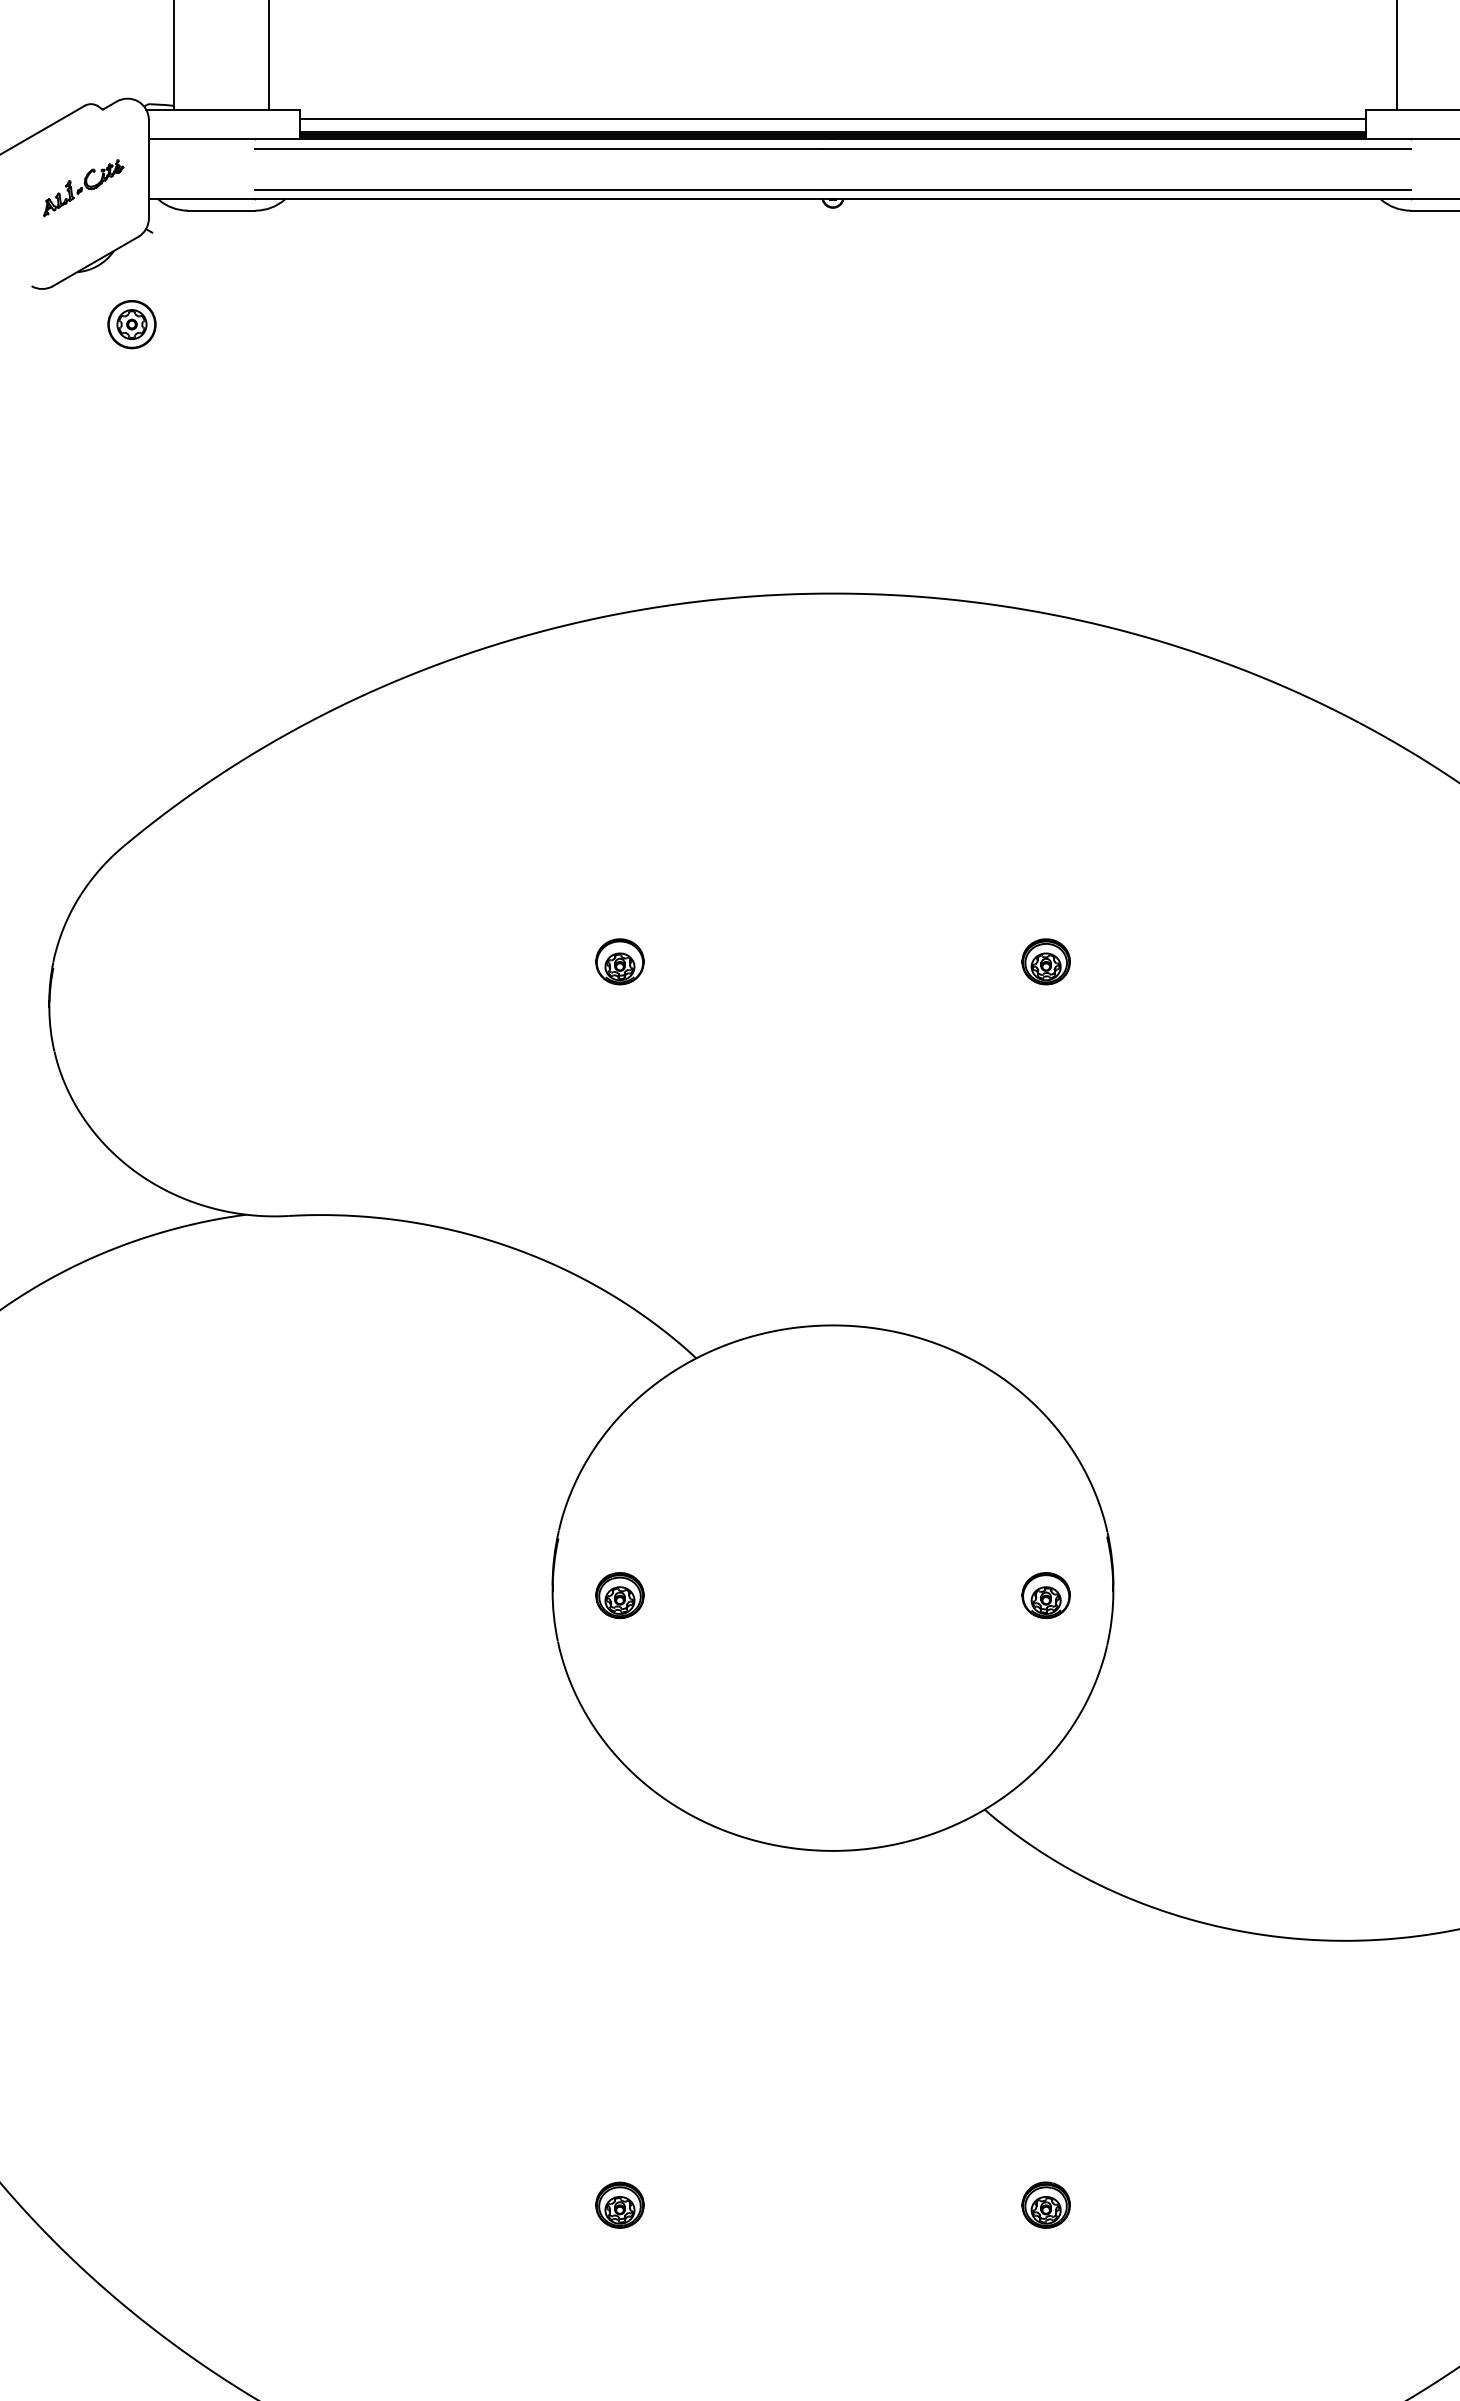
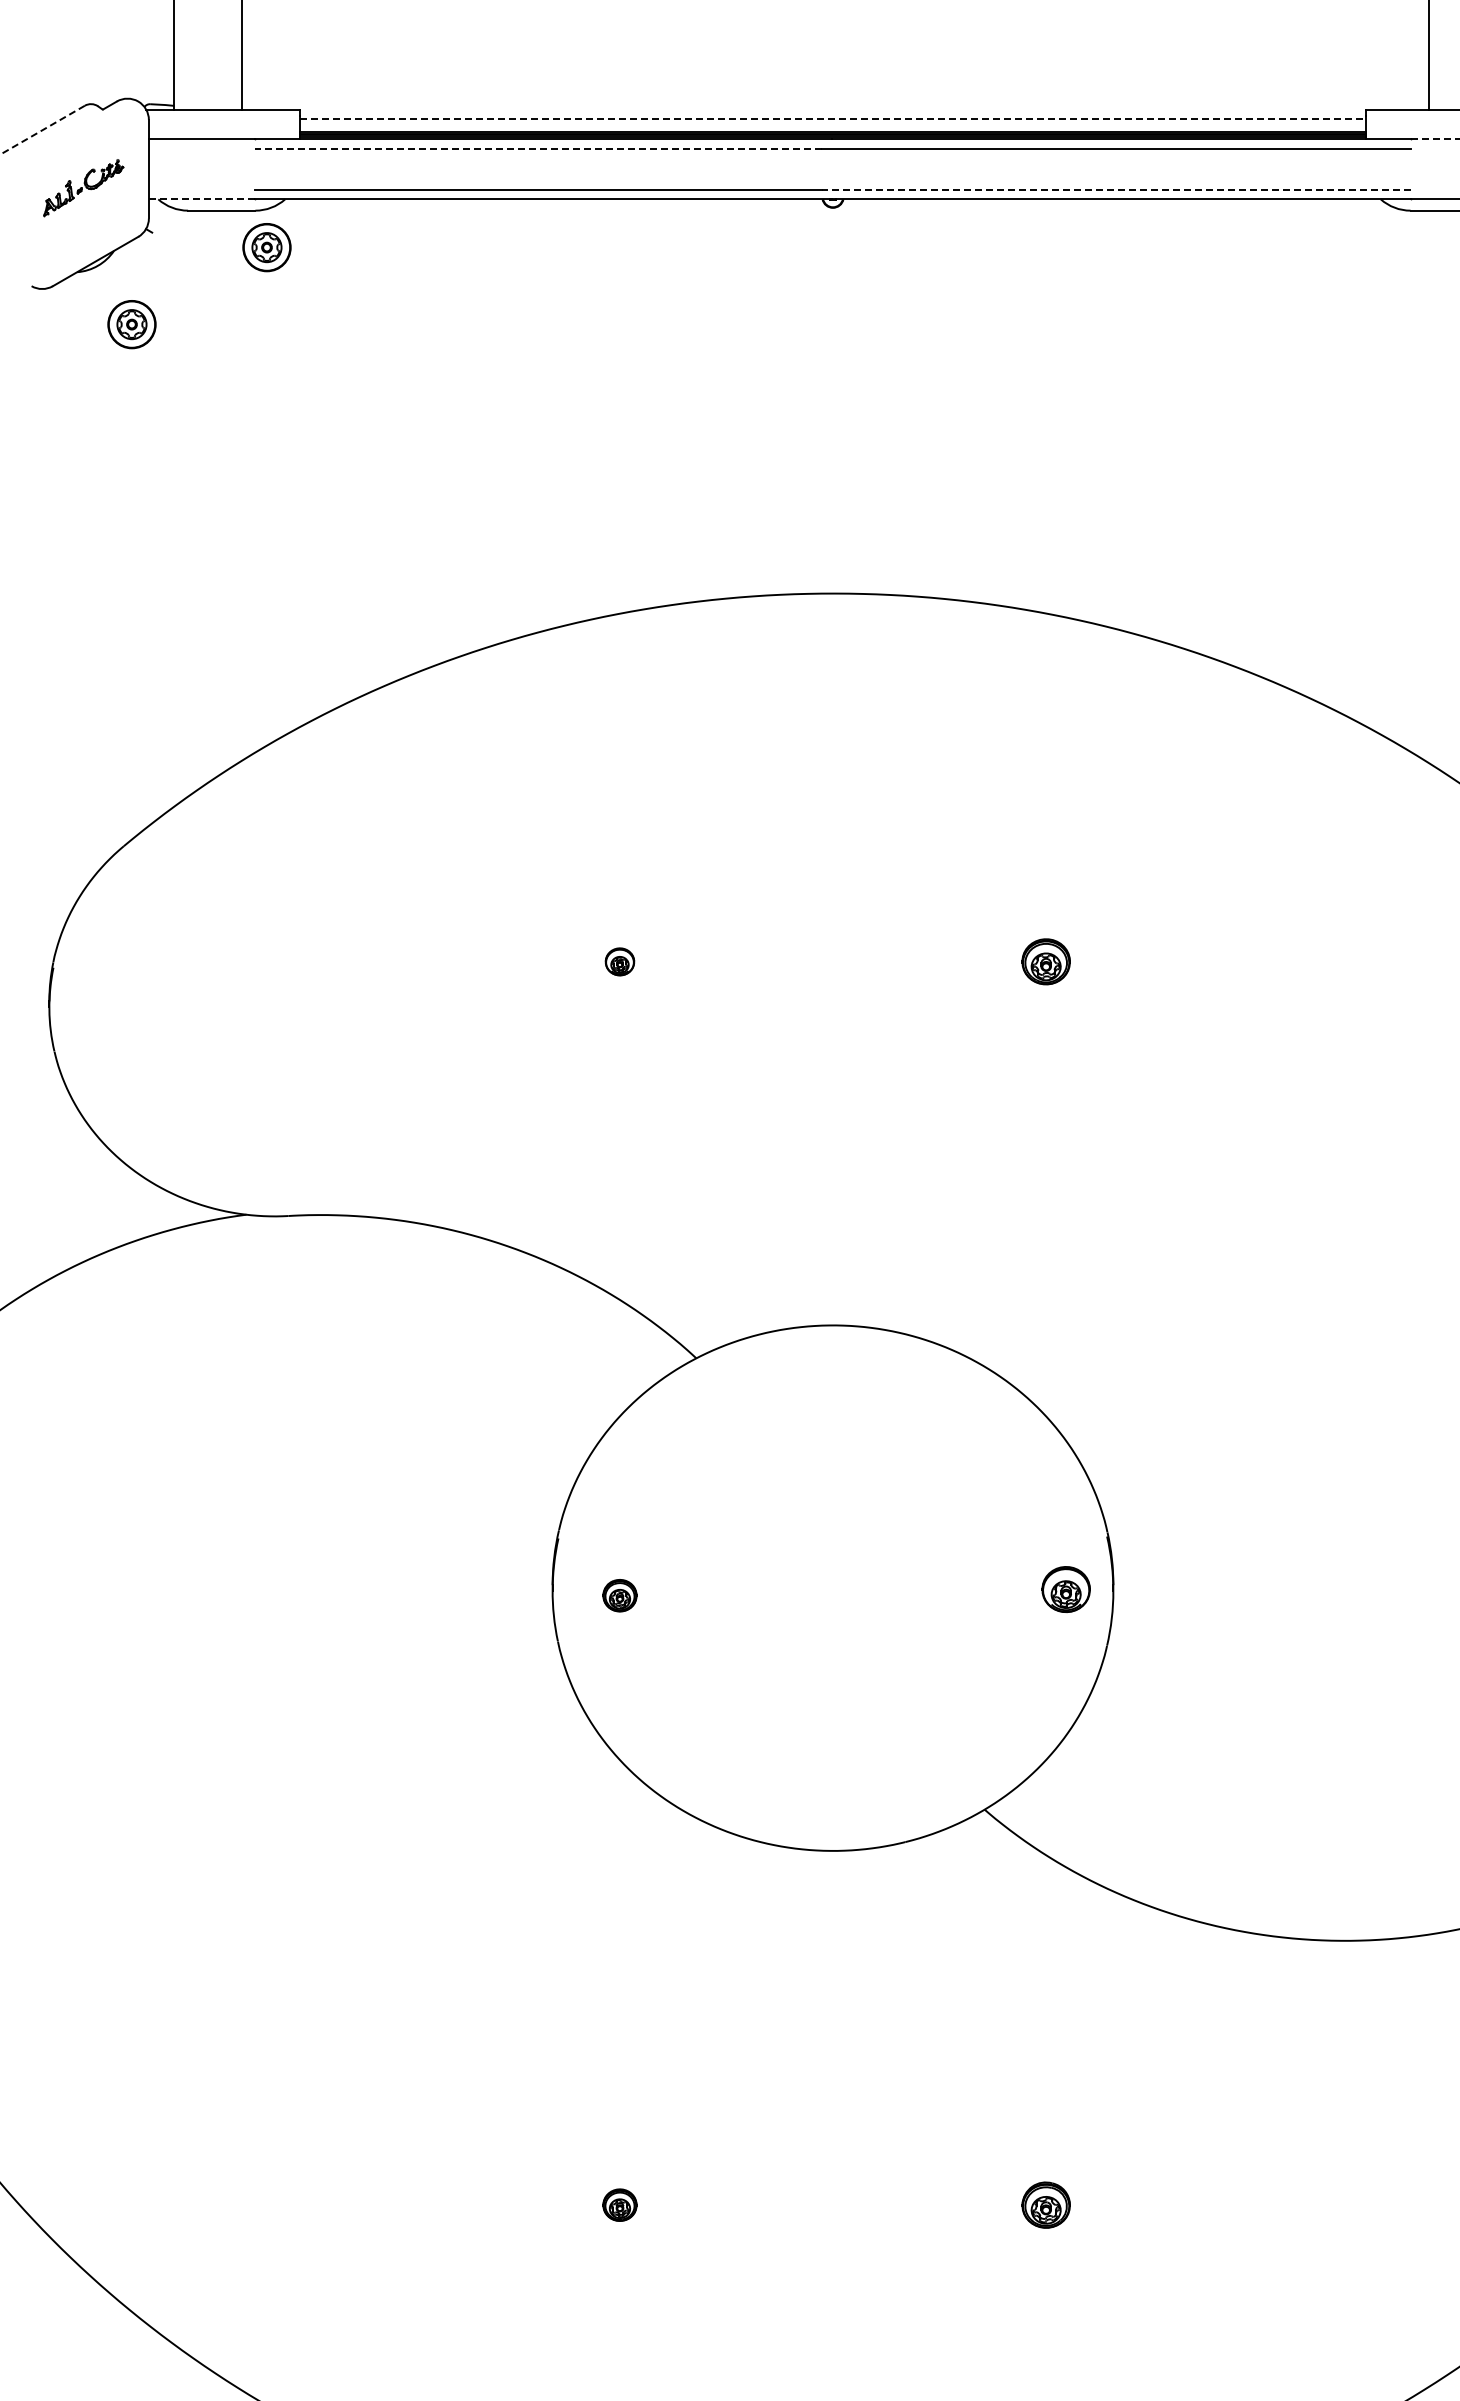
line at (269, 55) position: (269, 55) -> (242, 55)
line at (1396, 55) position: (1396, 55) -> (1428, 55)
line at (833, 118): solid -> dashed
line at (42, 130): solid -> dashed
line at (1434, 138): solid -> dashed
line at (538, 148): solid -> dashed
line at (1115, 189): solid -> dashed
line at (202, 199): solid -> dashed
part at (266, 247): none -> present
part at (619, 961) size: 50x48 px -> 32x30 px
part at (619, 1595) size: 50x48 px -> 36x34 px
part at (1045, 1595) position: (1045, 1595) -> (1065, 1589)
part at (619, 2204) size: 50x48 px -> 36x34 px
